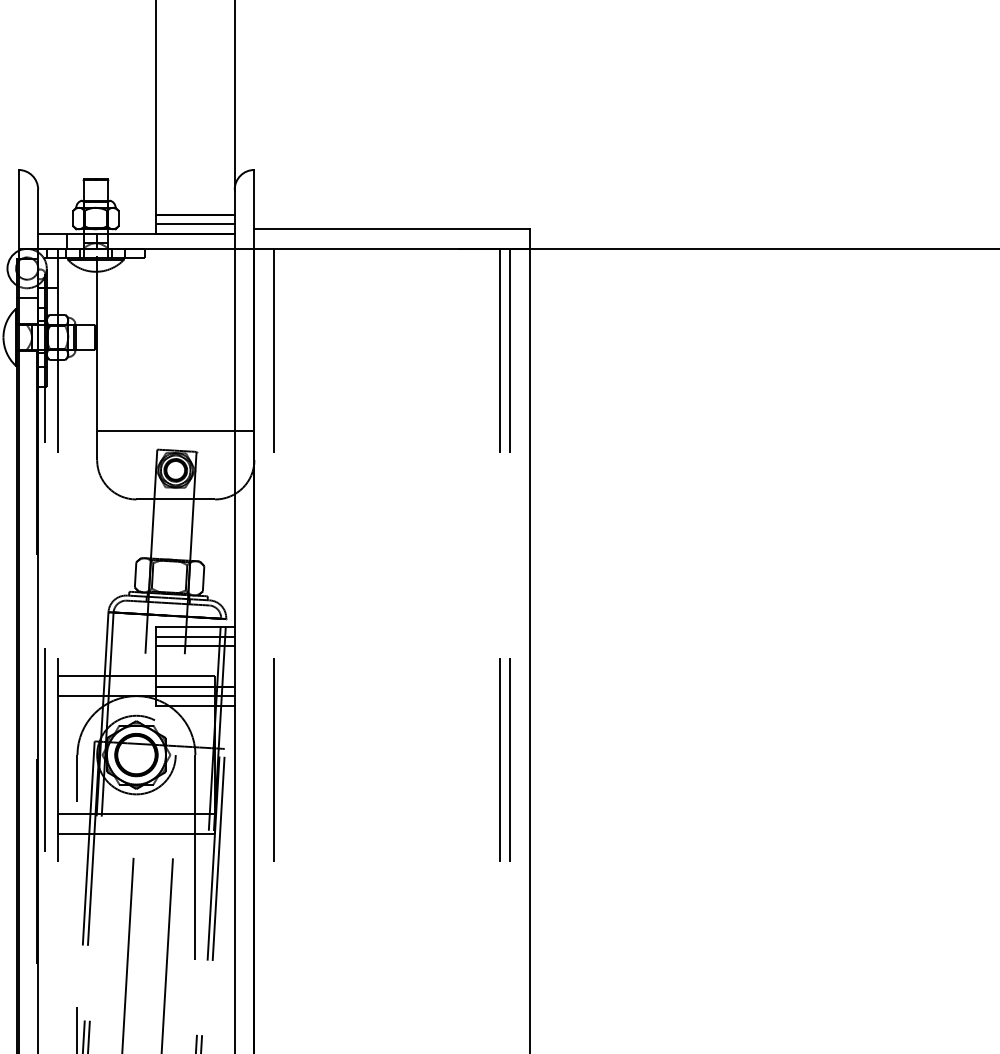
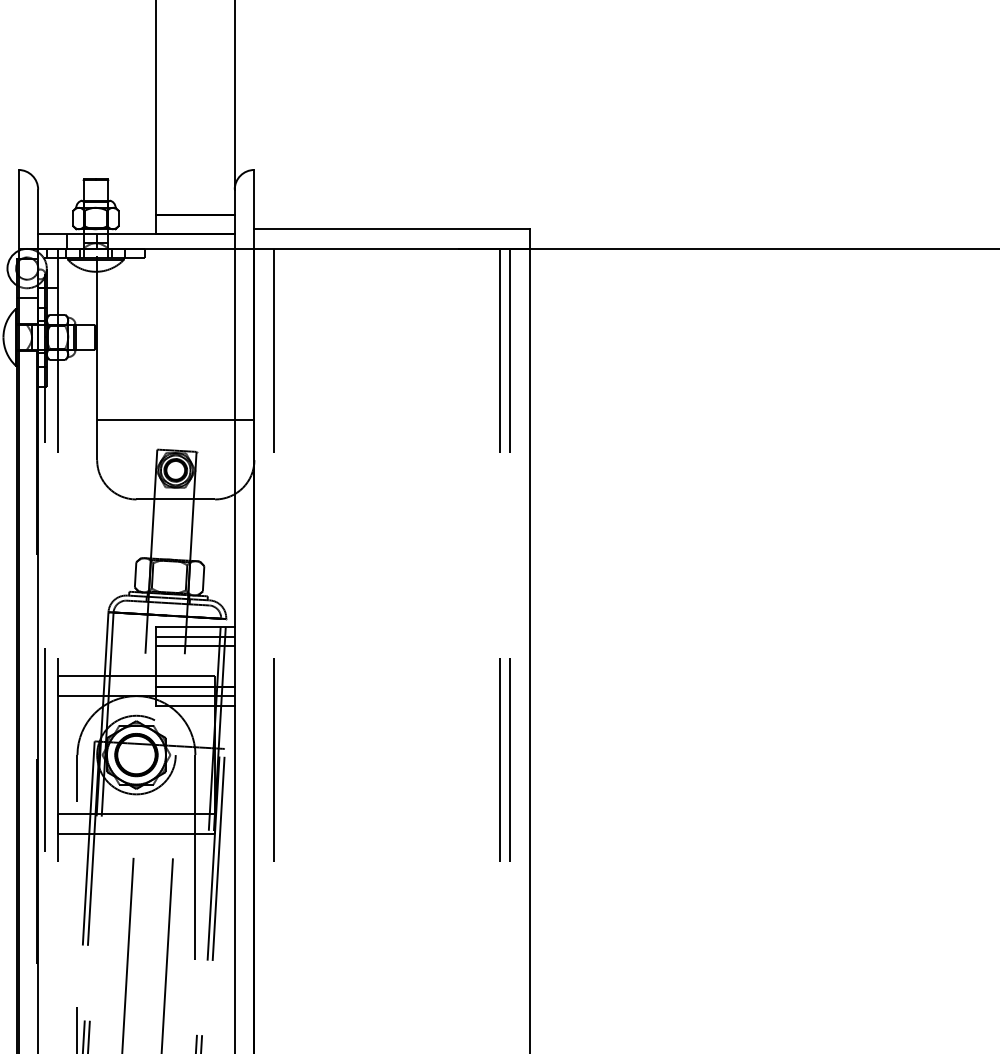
line at (195, 224): present -> none
line at (175, 430) position: (175, 430) -> (175, 419)
